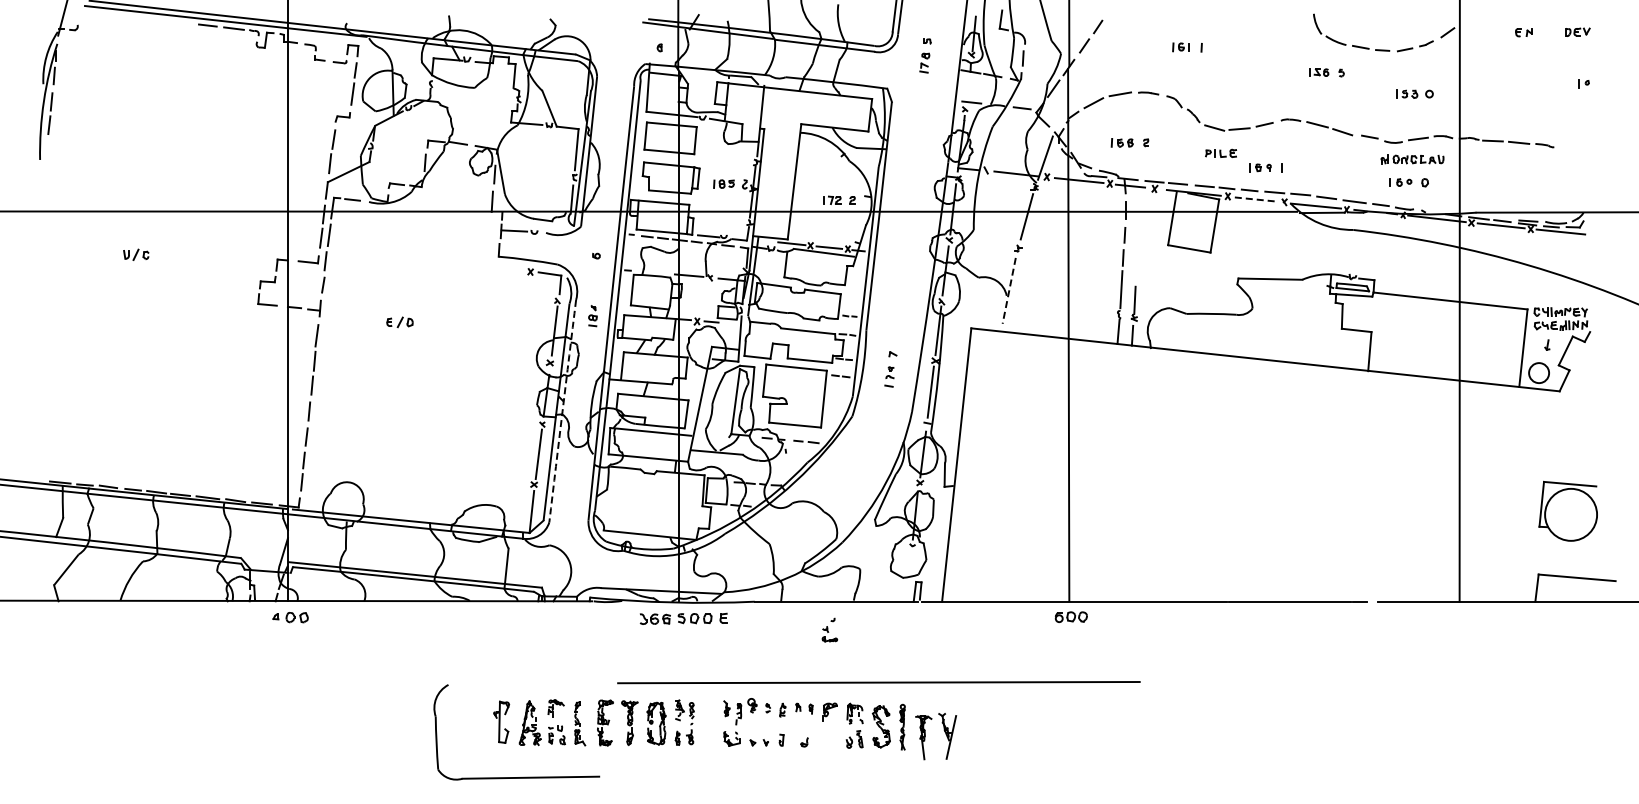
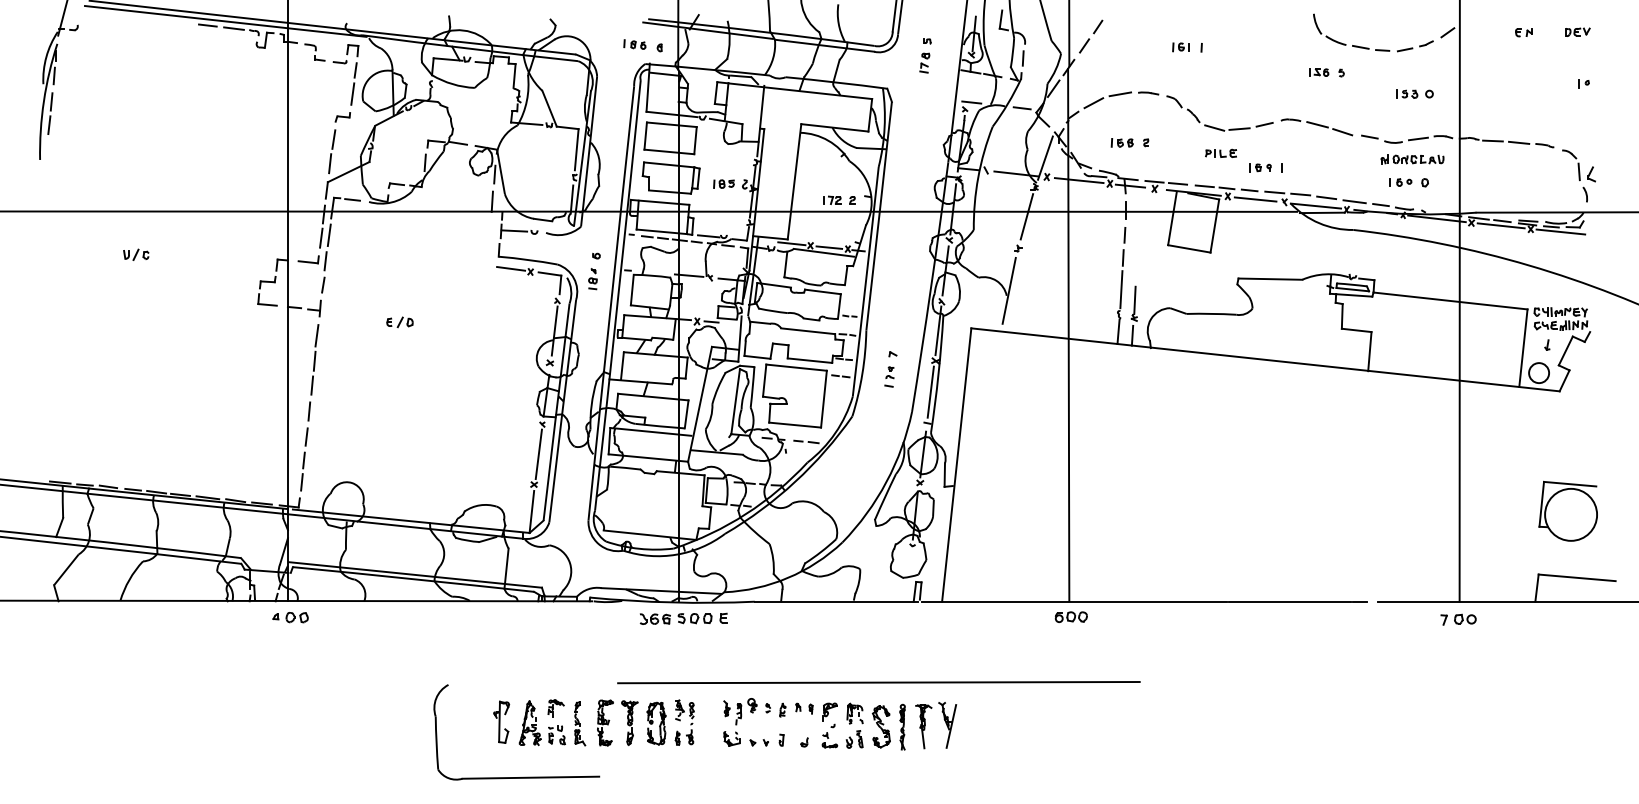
part at (634, 44): none -> present
part at (1578, 175): none -> present
line at (1255, 199): dashed -> solid
line at (511, 268): none -> present
line at (1009, 290): dashed -> solid
part at (592, 316) position: (592, 316) -> (592, 279)
arc at (562, 411): dashed -> solid
part at (1458, 619): none -> present
part at (829, 629) position: (829, 629) -> (829, 735)
part at (944, 732) position: (944, 732) -> (944, 721)
